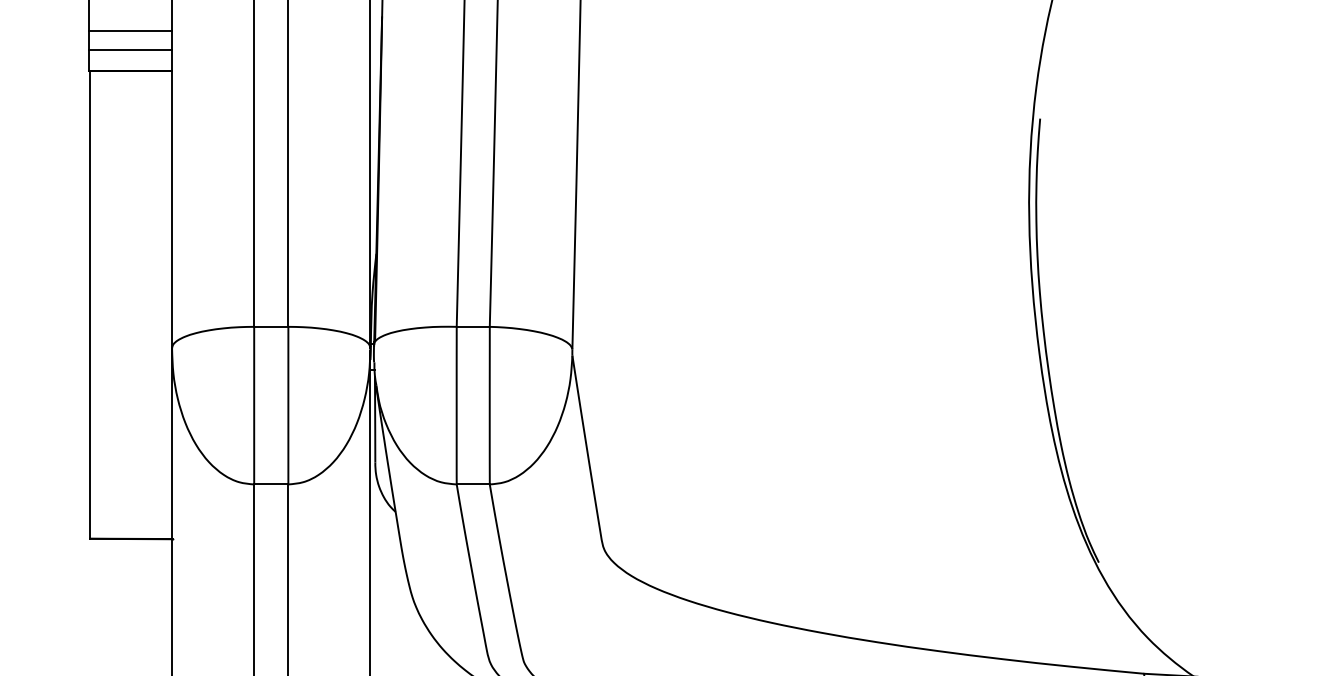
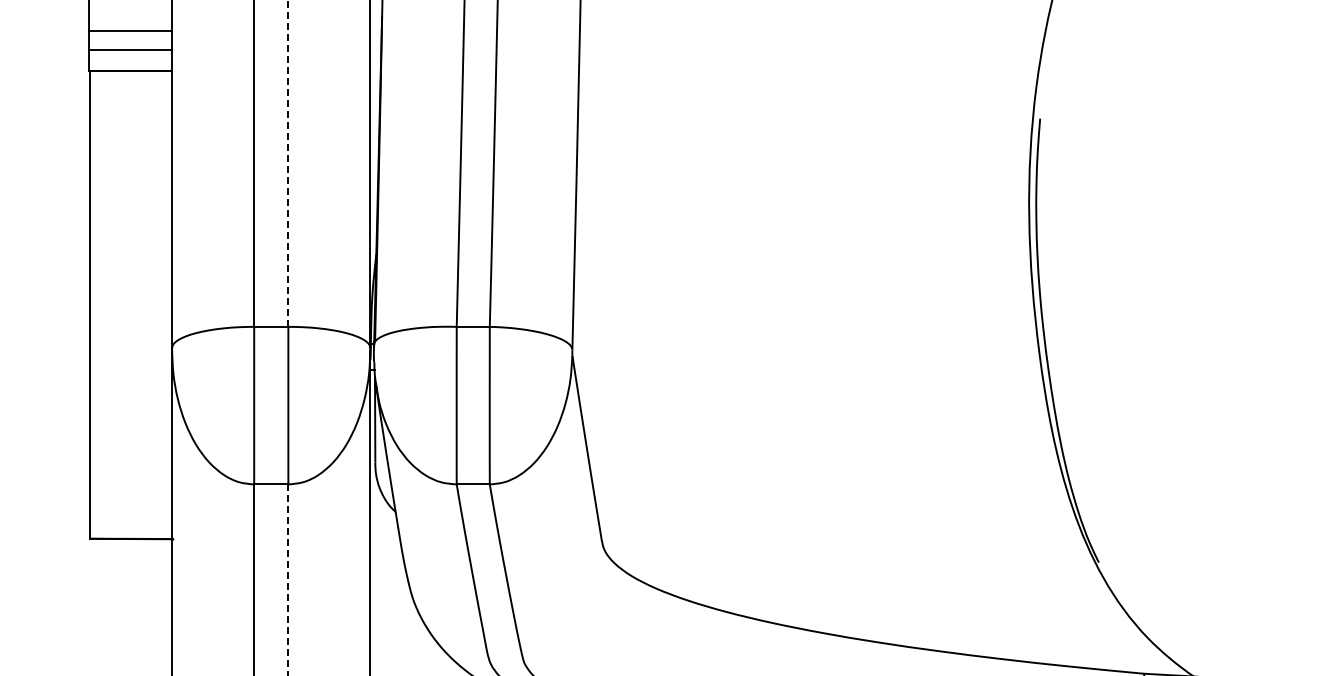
line at (288, 163): solid -> dashed
line at (288, 579): solid -> dashed
